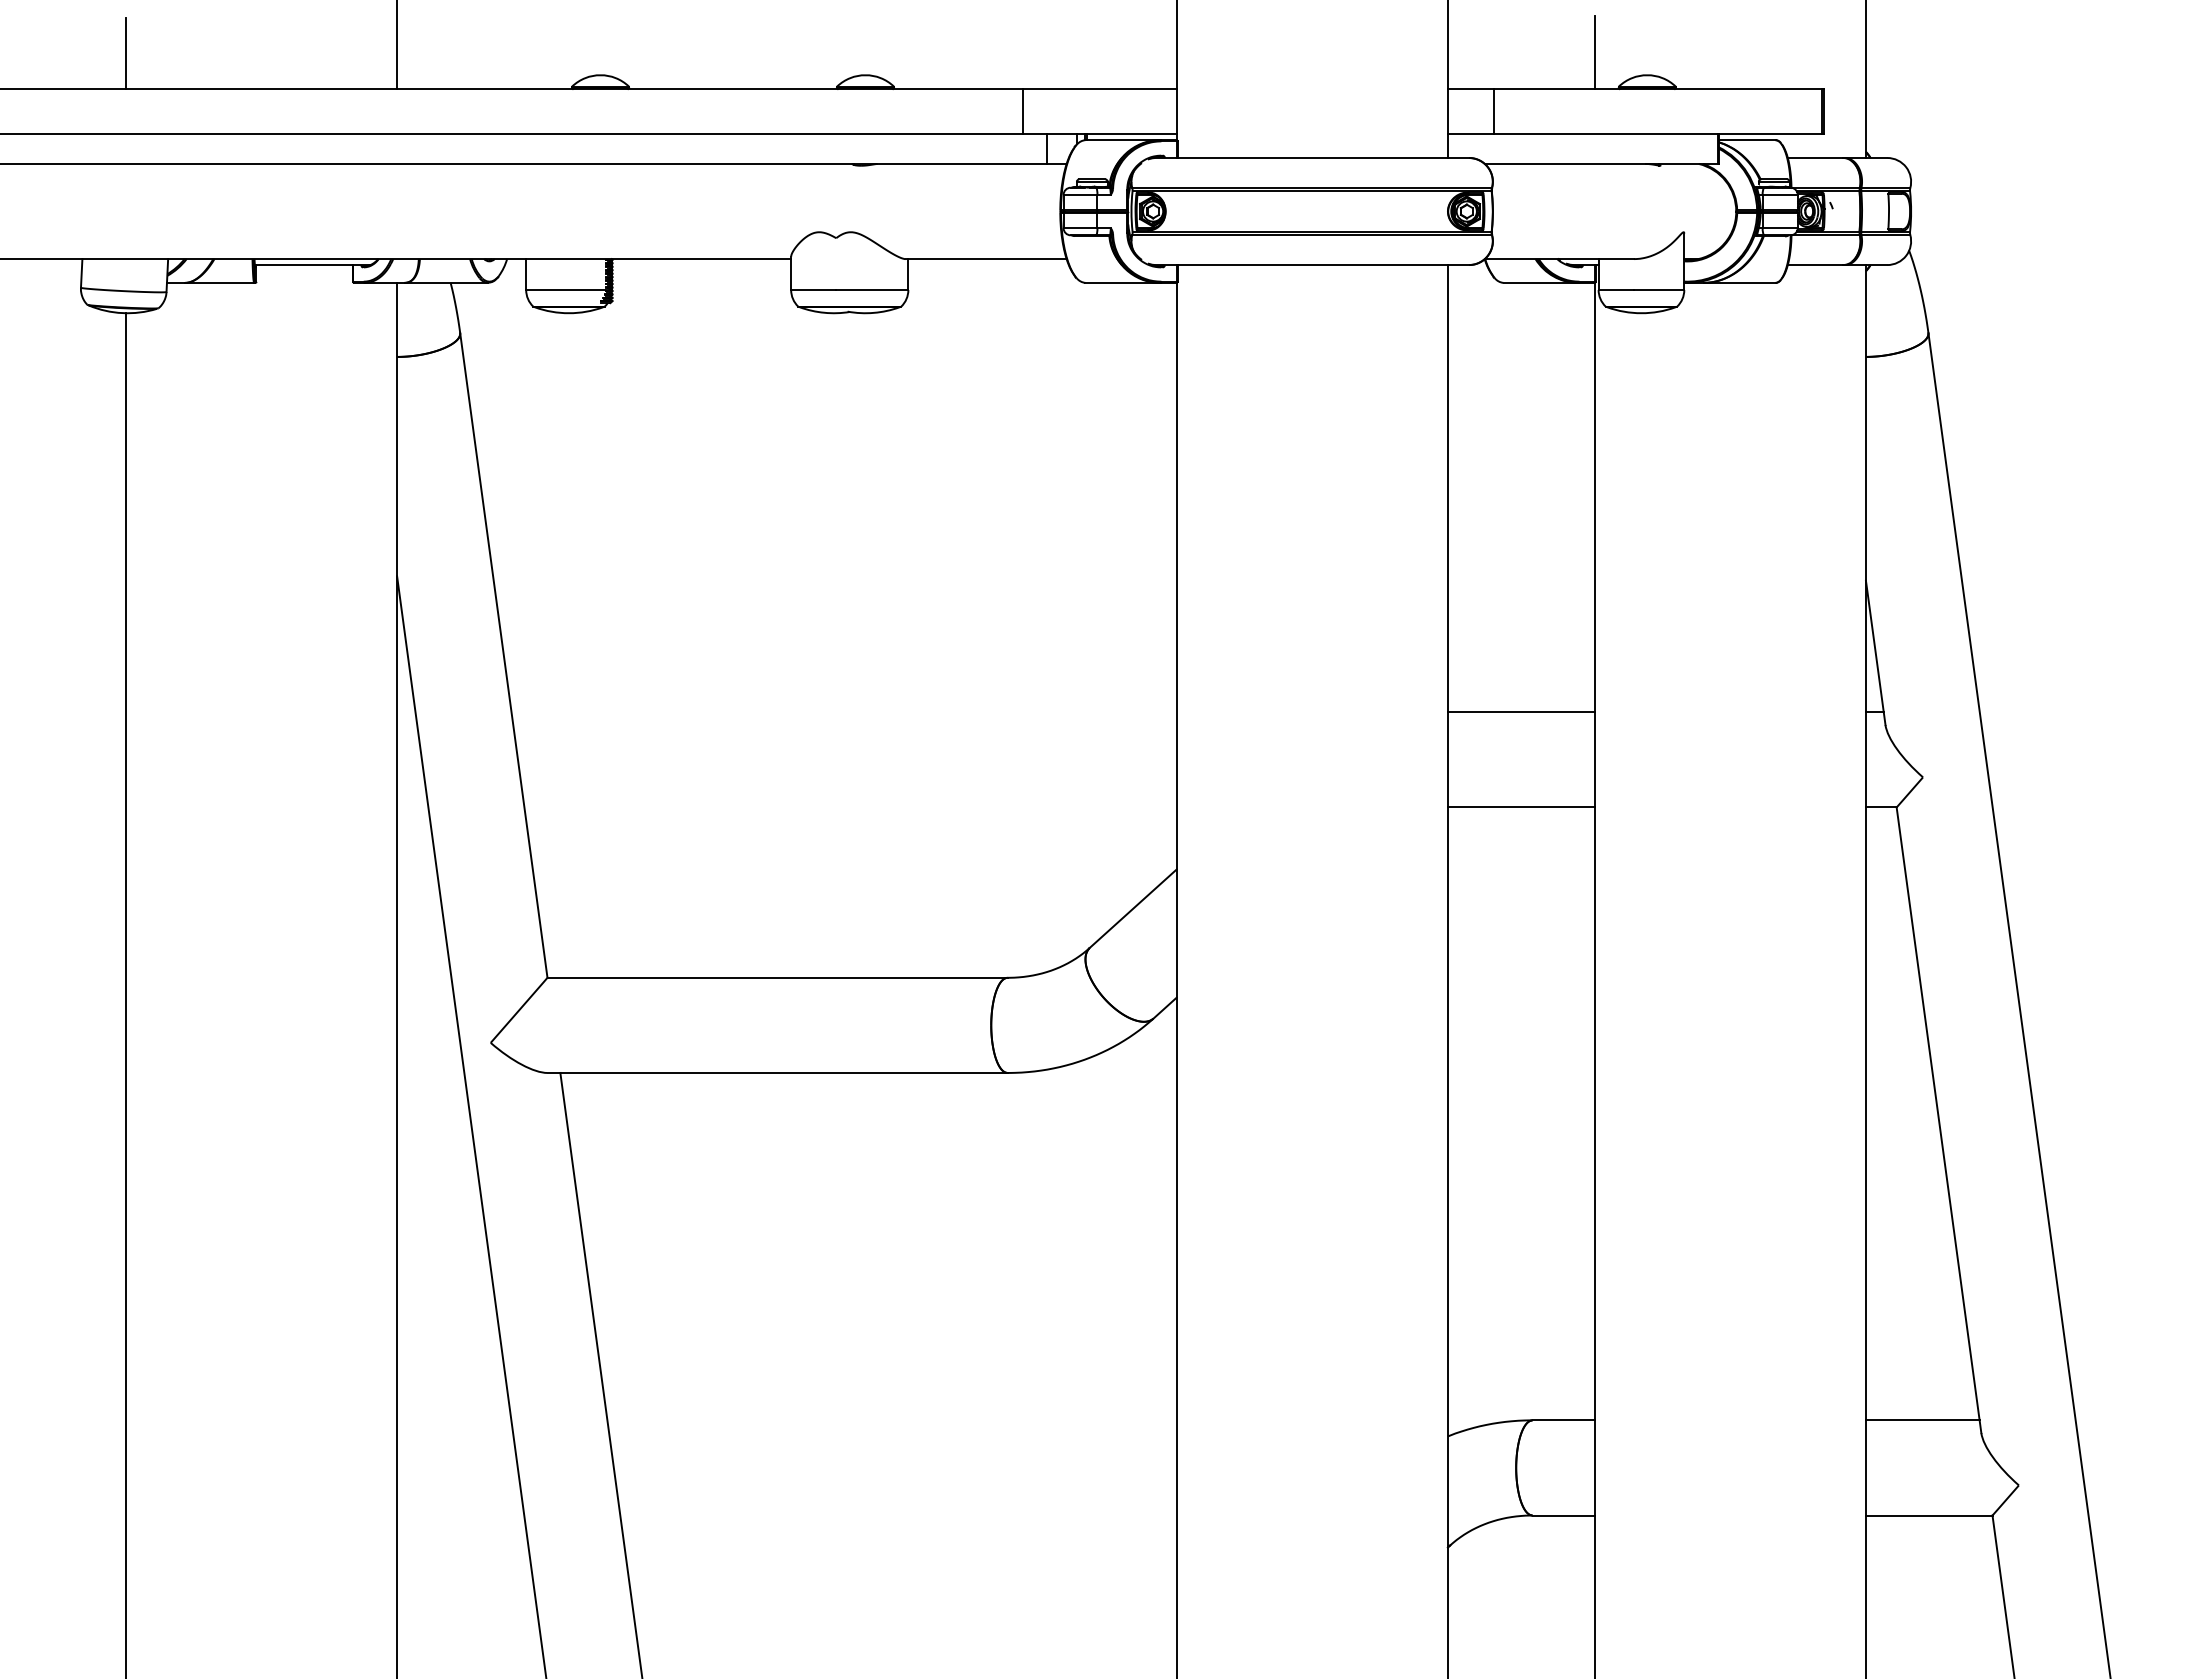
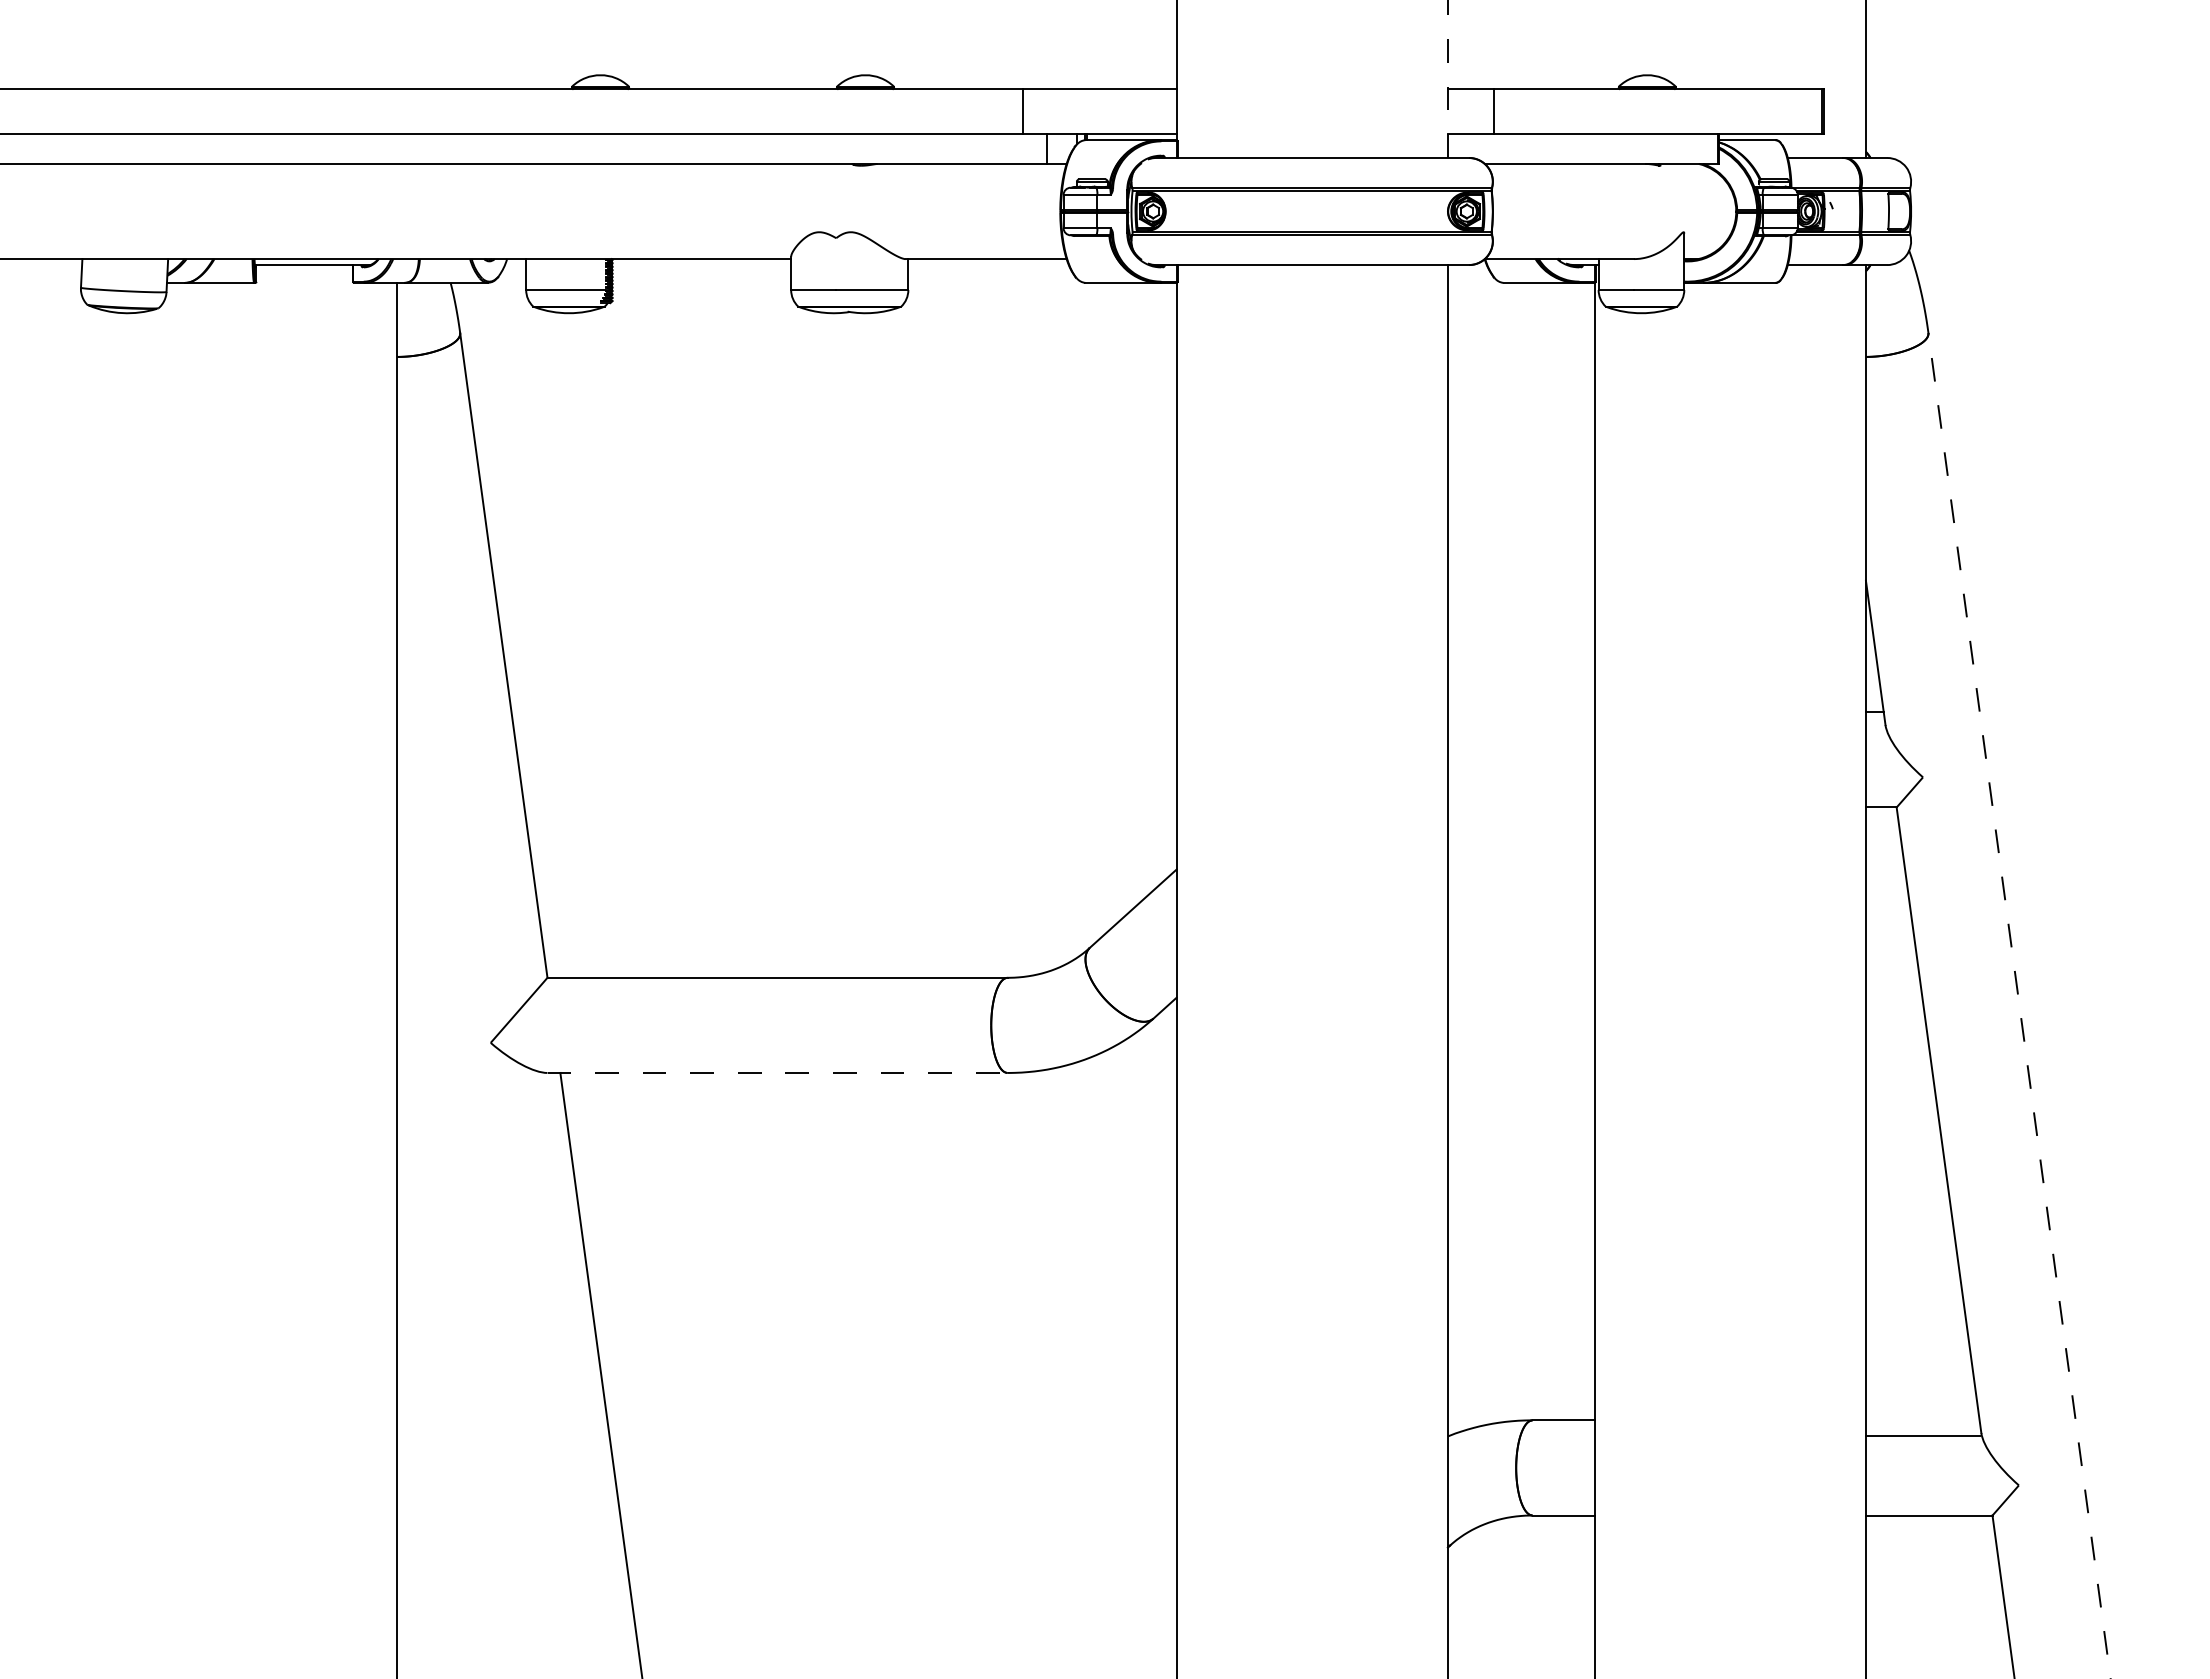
line at (397, 45): present -> none
line at (1594, 52): present -> none
line at (125, 53): present -> none
line at (1447, 79): solid -> dashed
line at (1520, 712): present -> none
line at (1520, 807): present -> none
line at (125, 994): present -> none
line at (2019, 1005): solid -> dashed
line at (778, 1072): solid -> dashed
line at (471, 1125): present -> none
line at (1922, 1420) position: (1922, 1420) -> (1922, 1436)
